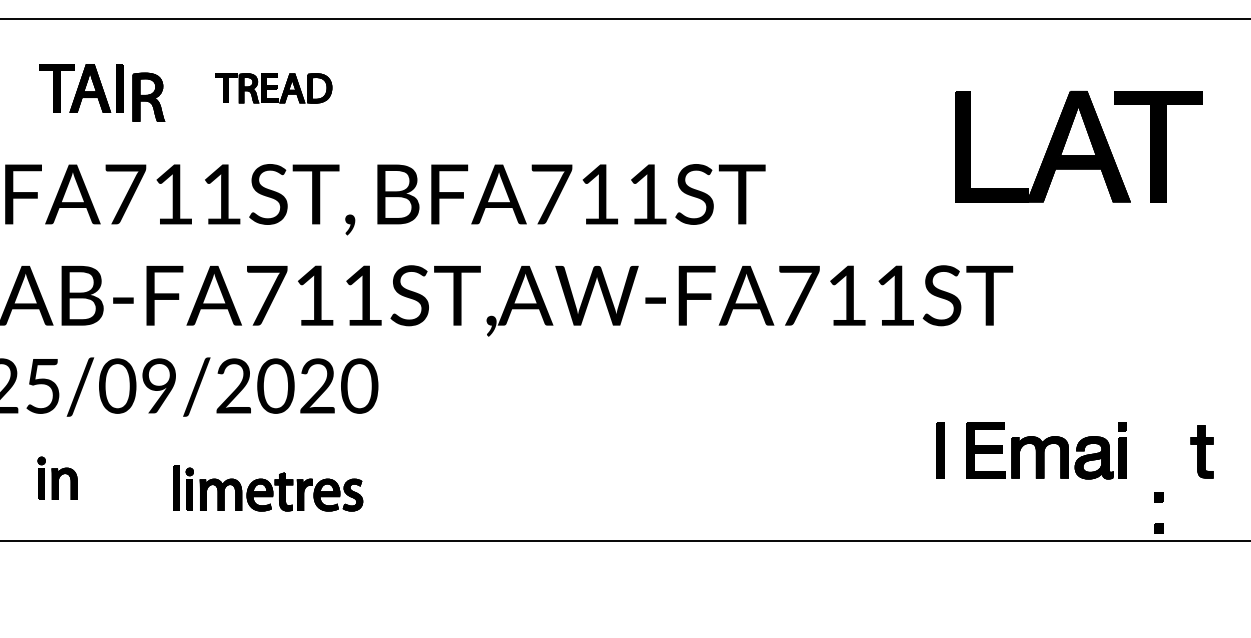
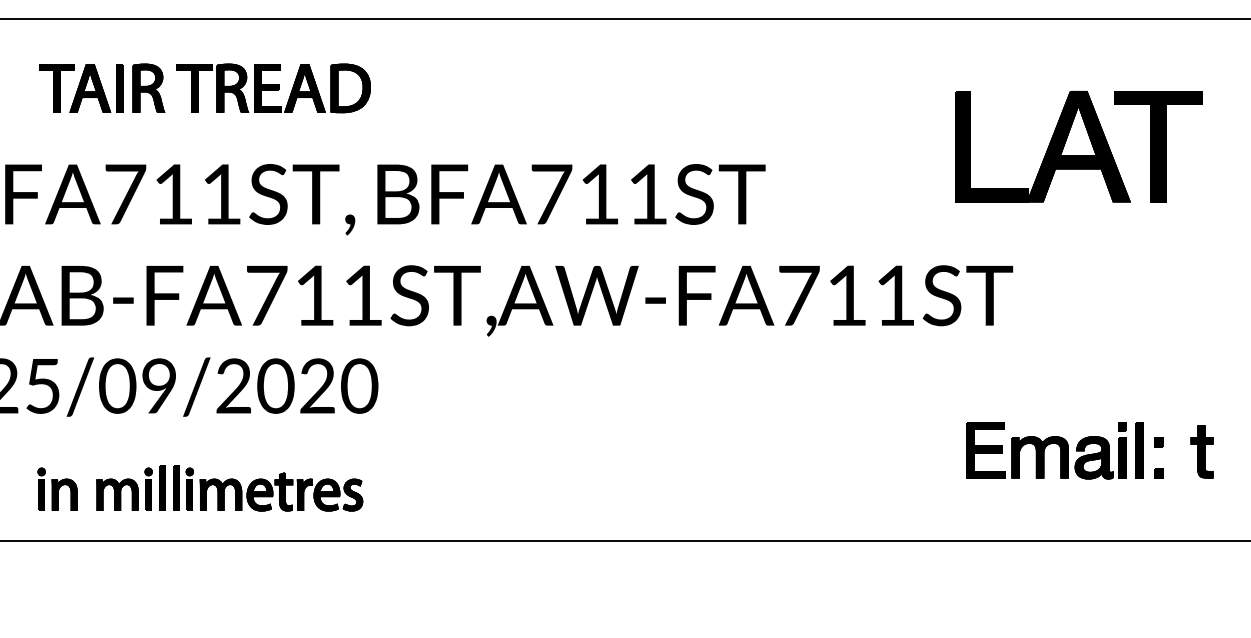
part at (273, 88) size: 118x31 px -> 195x51 px
part at (148, 96) position: (148, 96) -> (148, 87)
part at (940, 450) position: (940, 450) -> (1139, 450)
part at (57, 477) position: (57, 477) -> (57, 488)
part at (130, 487): none -> present
part at (1158, 502) position: (1158, 502) -> (1158, 447)
